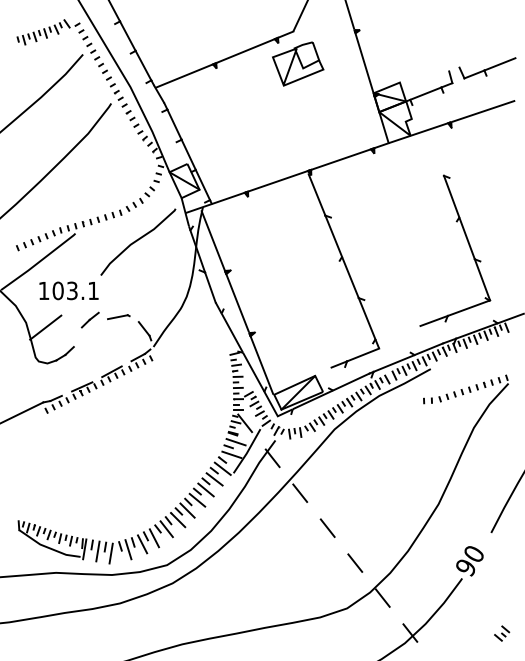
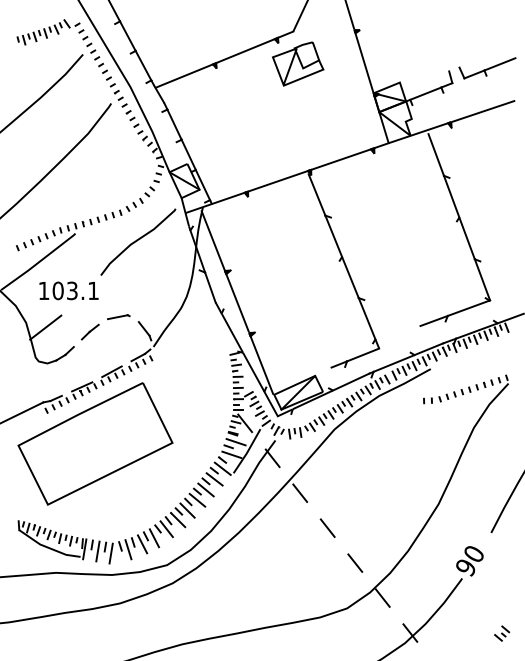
line at (435, 154): none -> present
line at (89, 319) position: (89, 319) -> (89, 331)
part at (95, 443): none -> present
